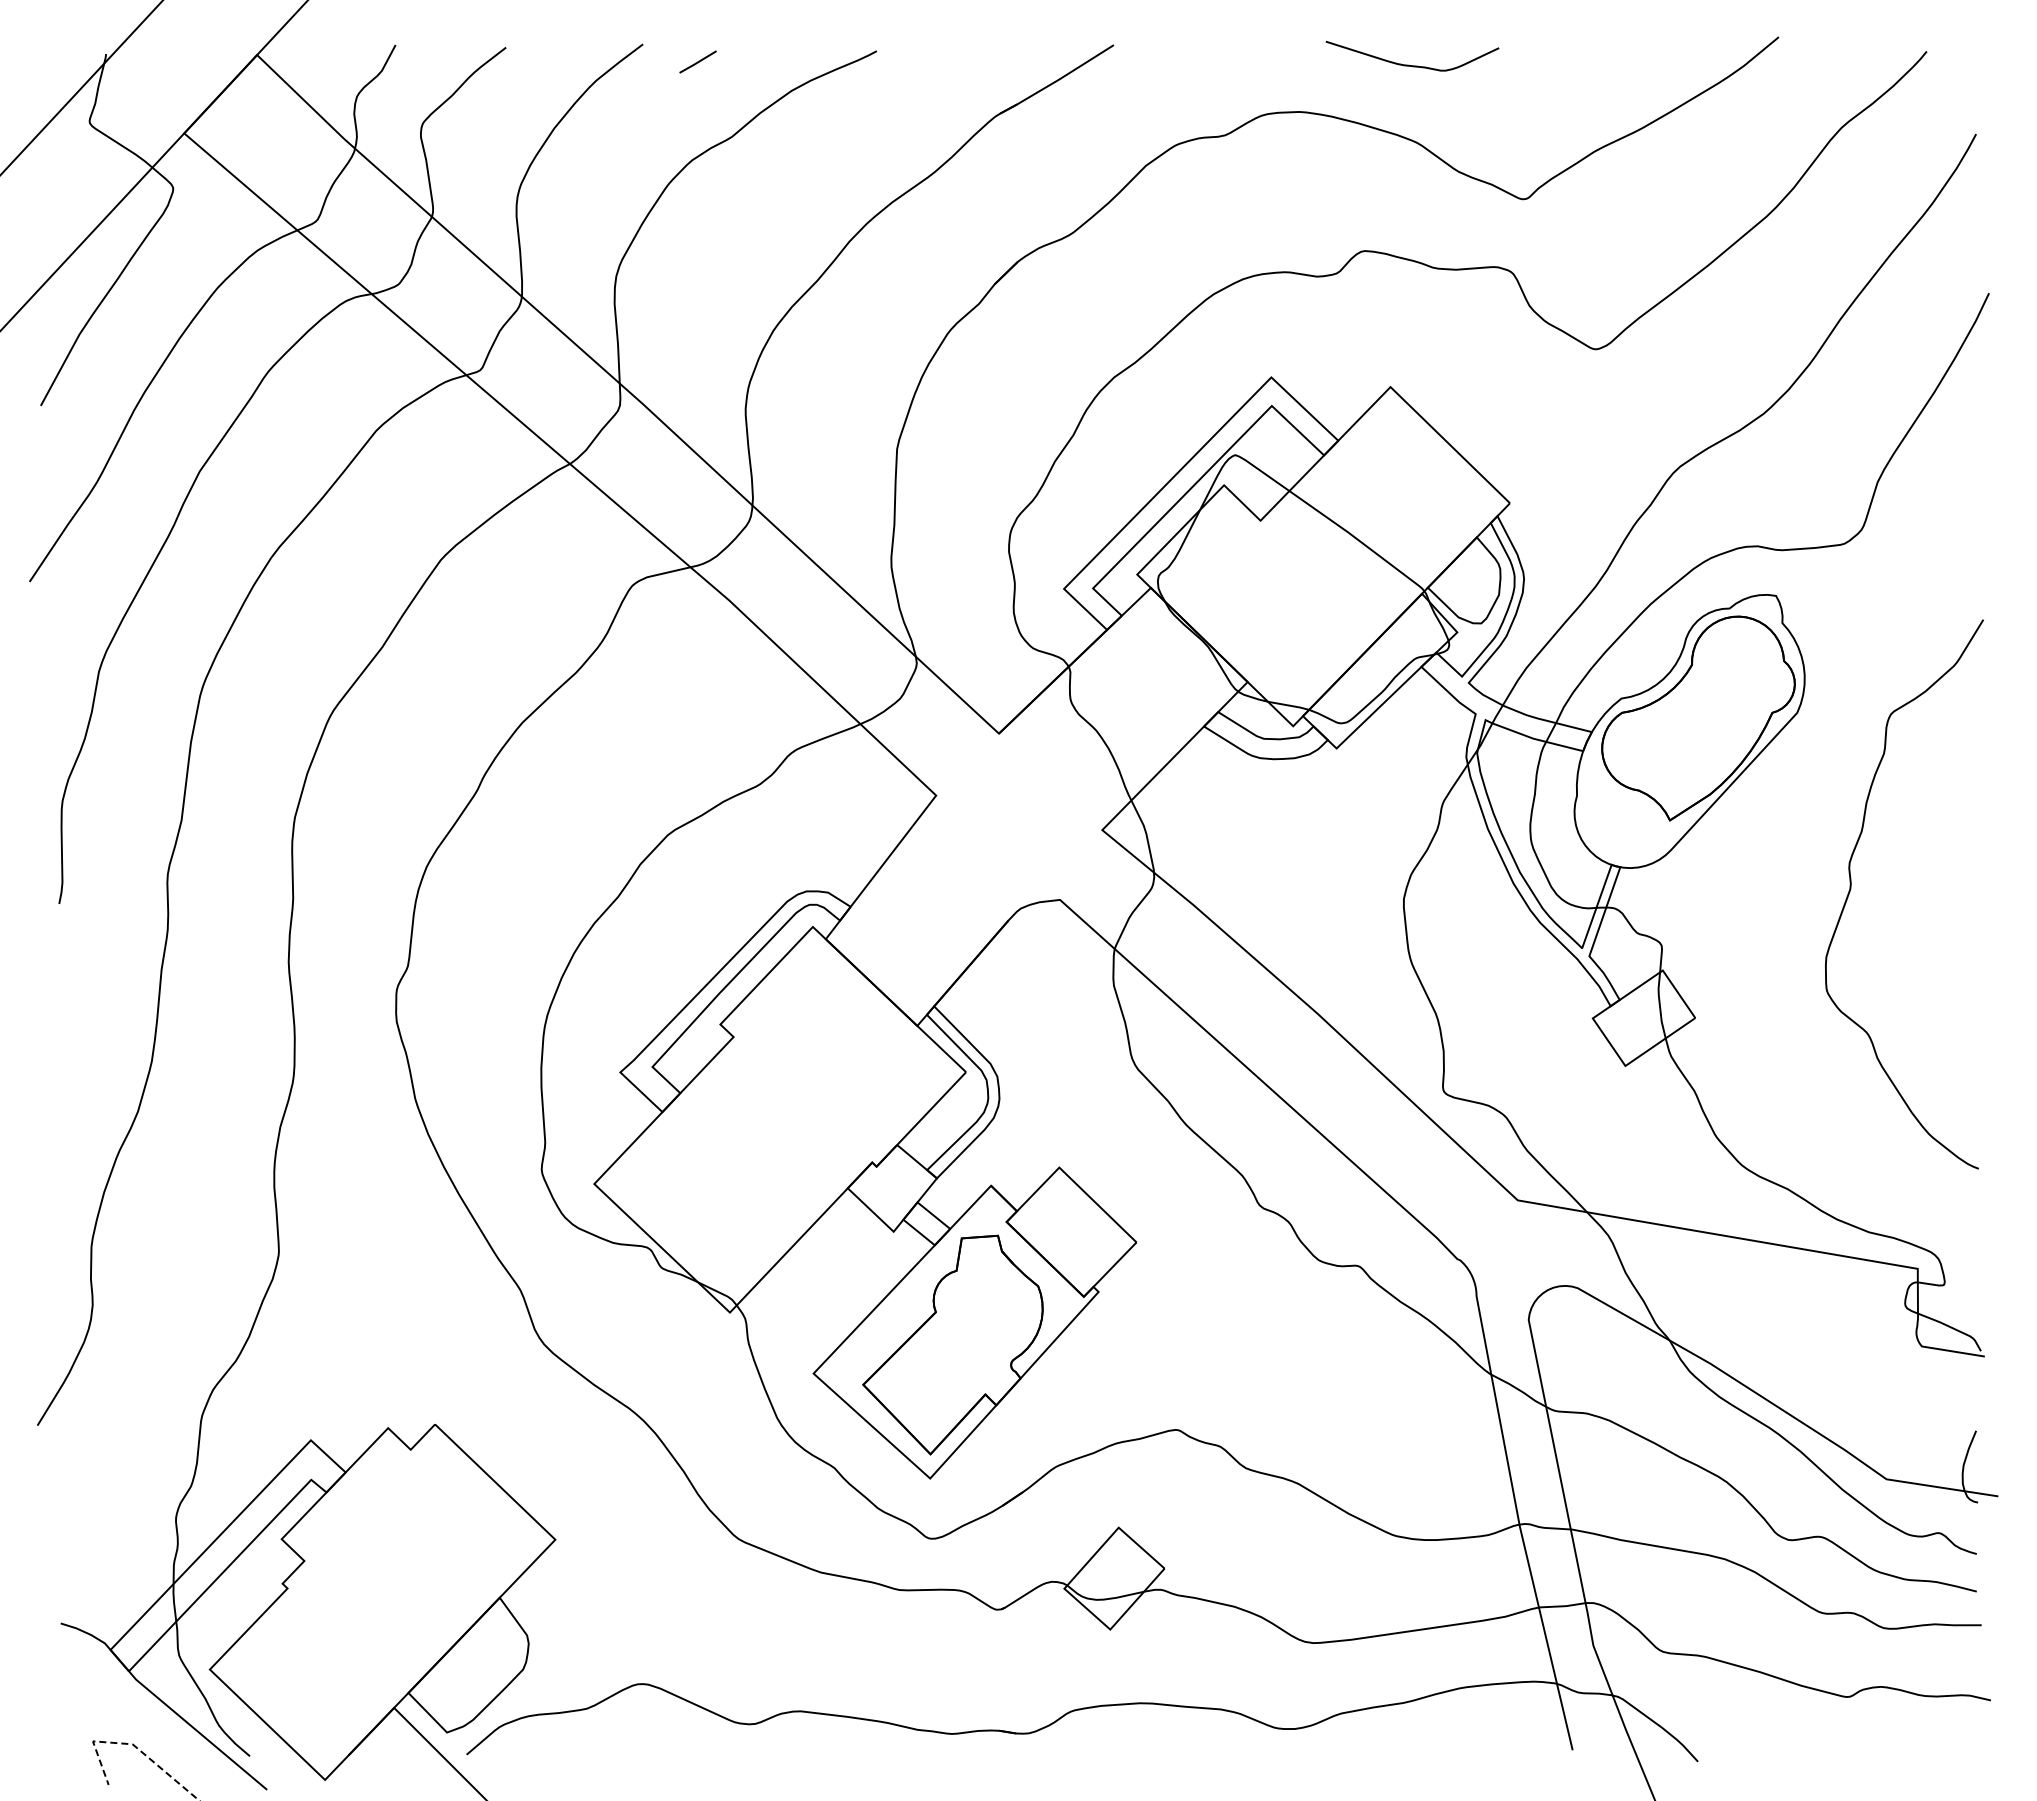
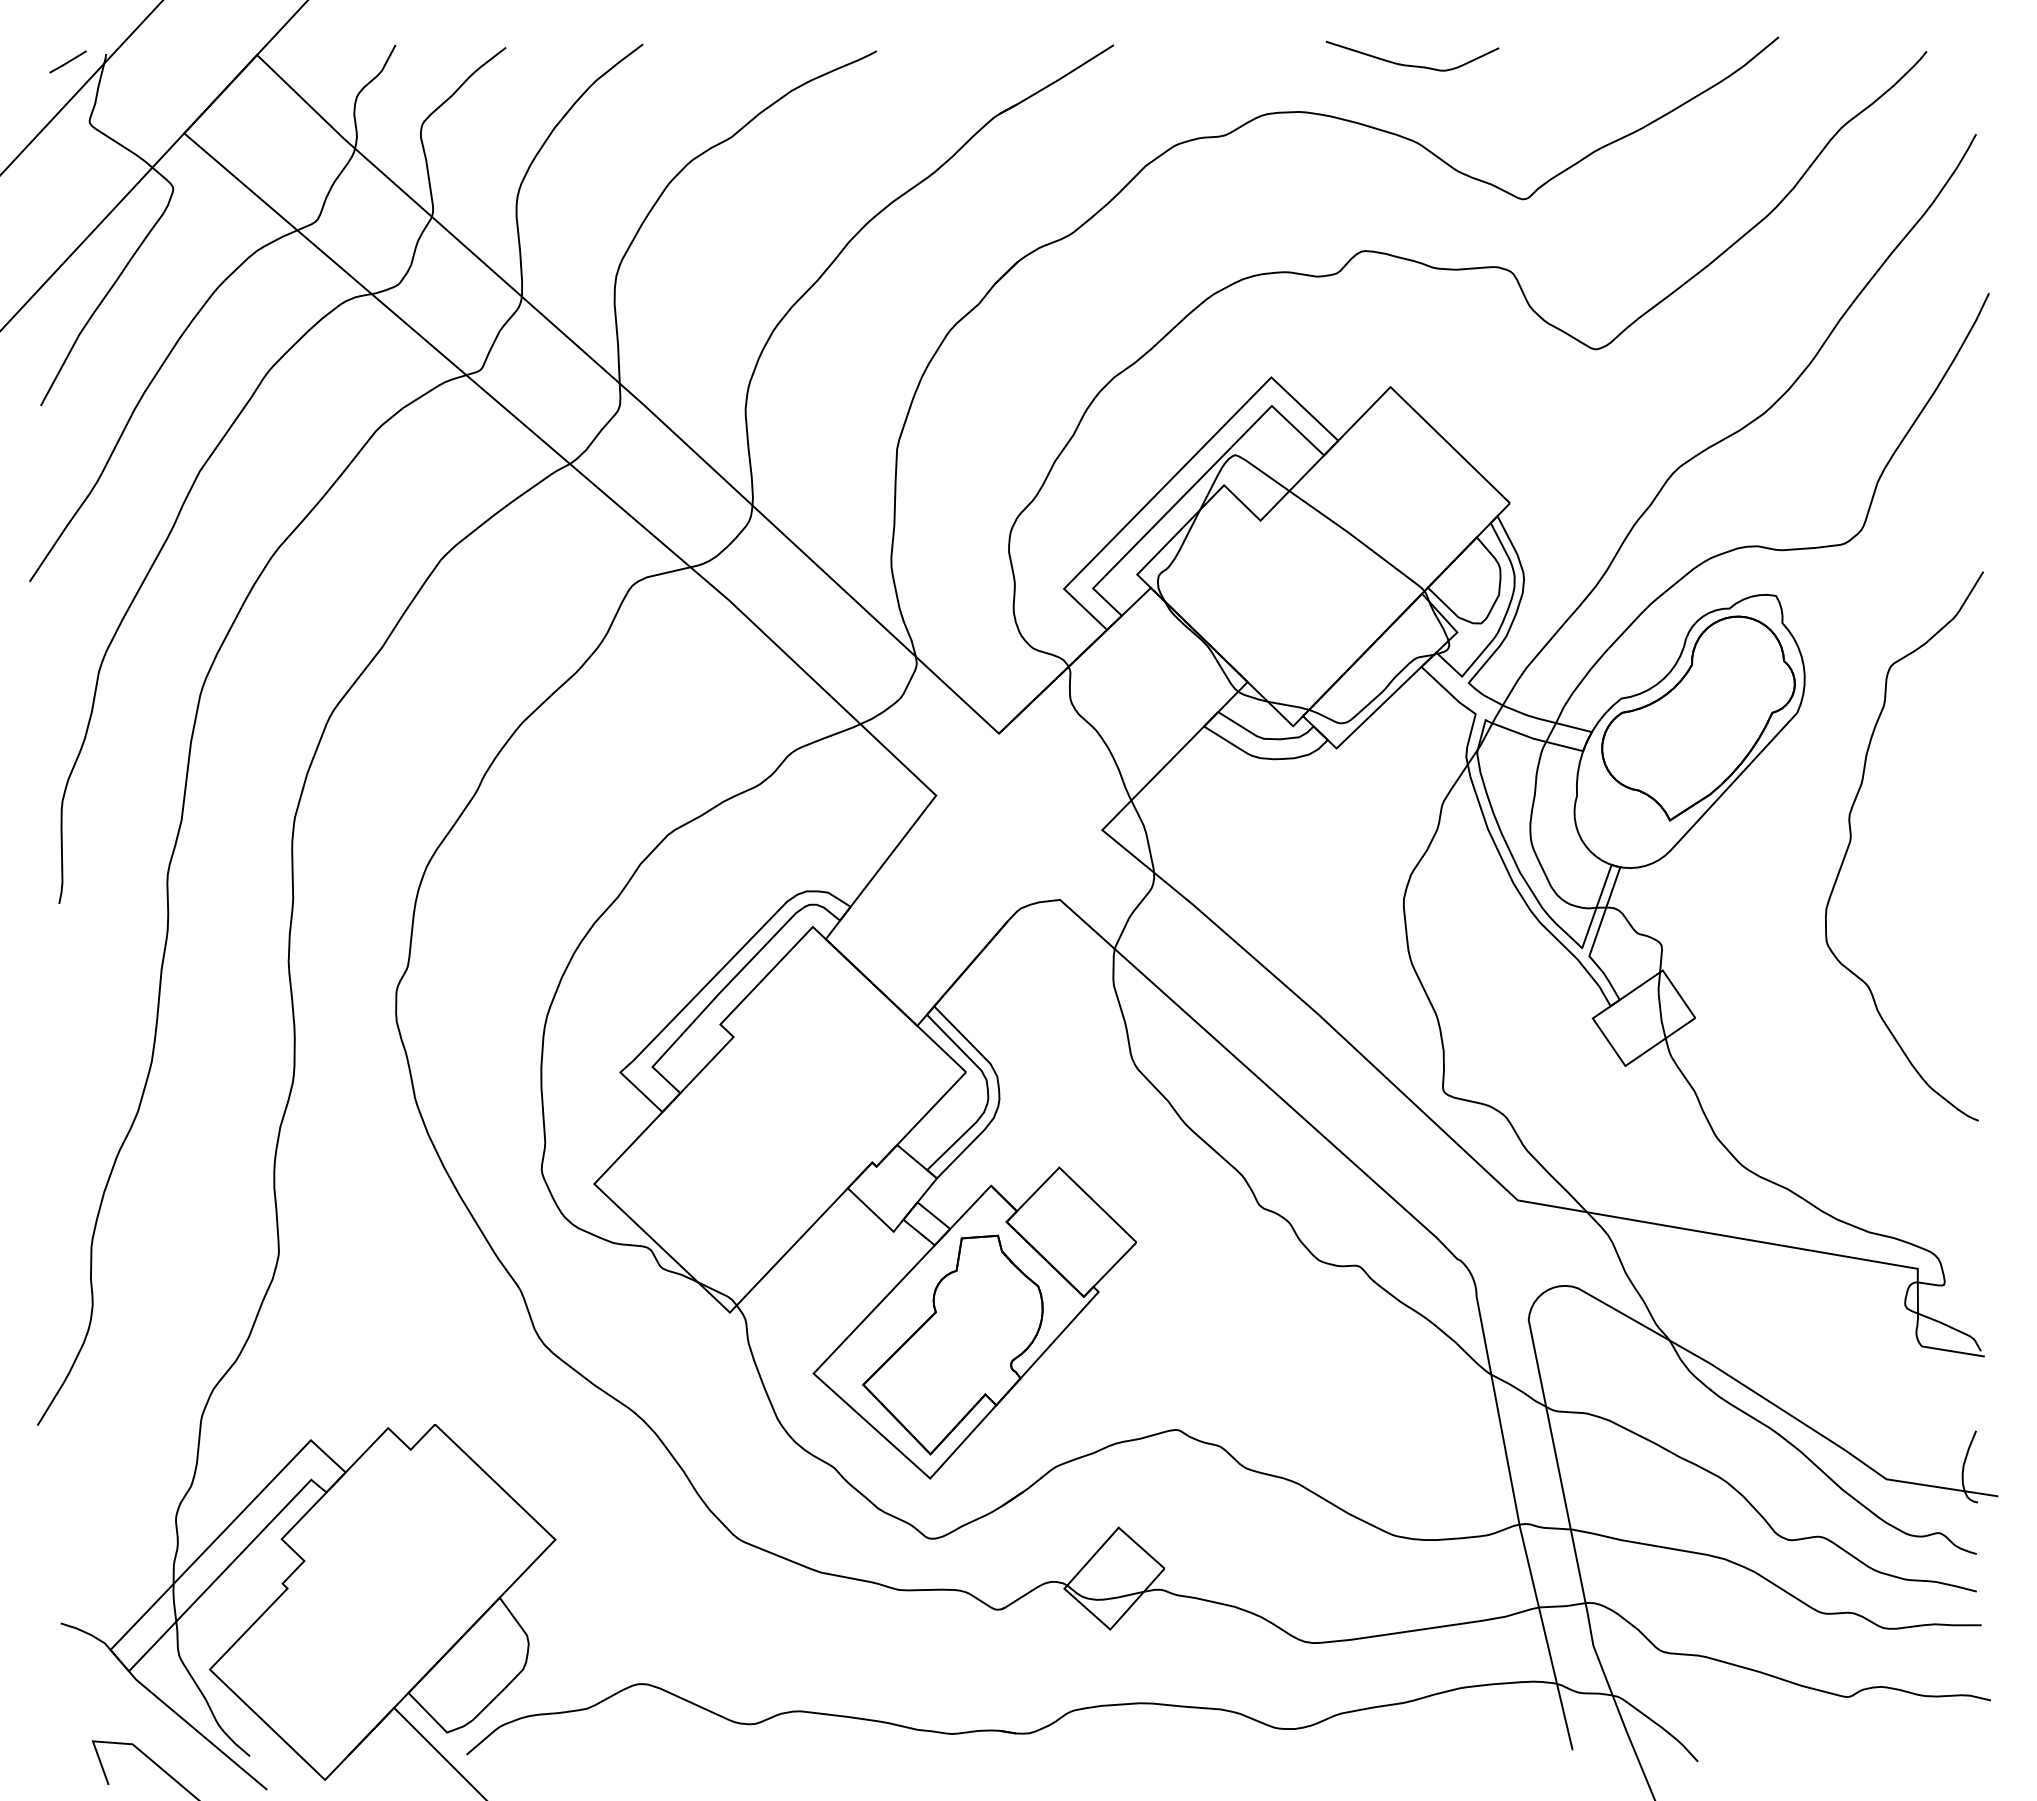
line at (697, 61) position: (697, 61) -> (67, 61)
curve at (1851, 889) position: (1851, 889) -> (1851, 841)
line at (132, 1744): dashed -> solid
